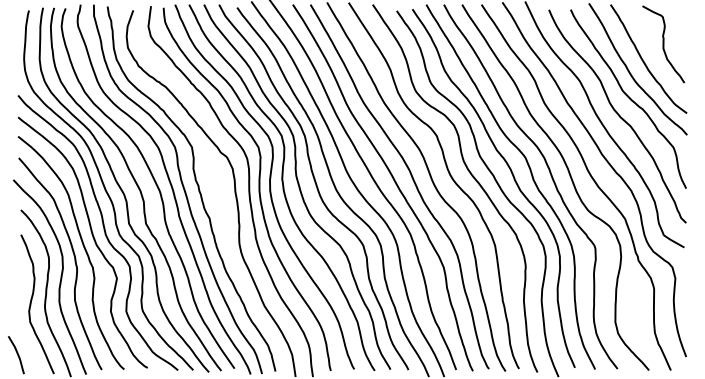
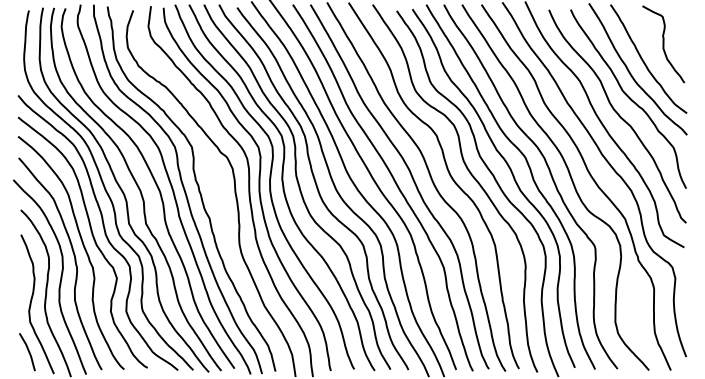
curve at (17, 355) position: (17, 355) -> (28, 352)
